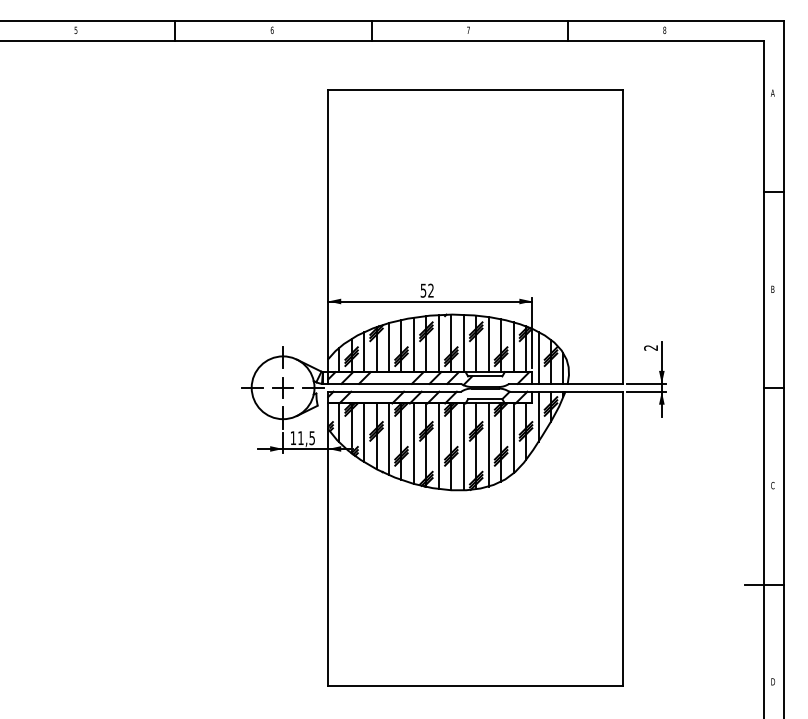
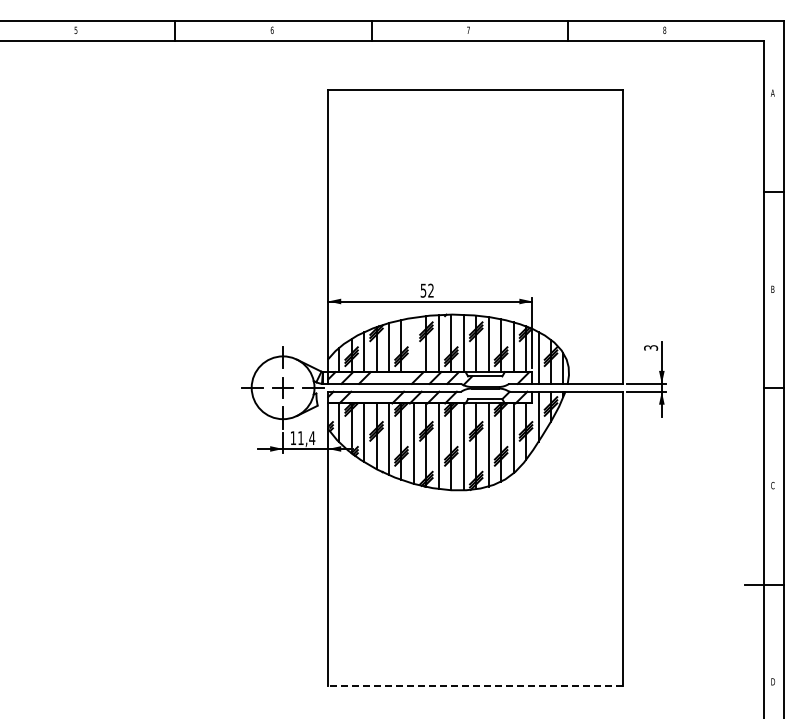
line at (413, 344): present -> none
text at (651, 347): 2 -> 3
text at (312, 438): 11,5 -> 11,4
line at (474, 686): solid -> dashed
